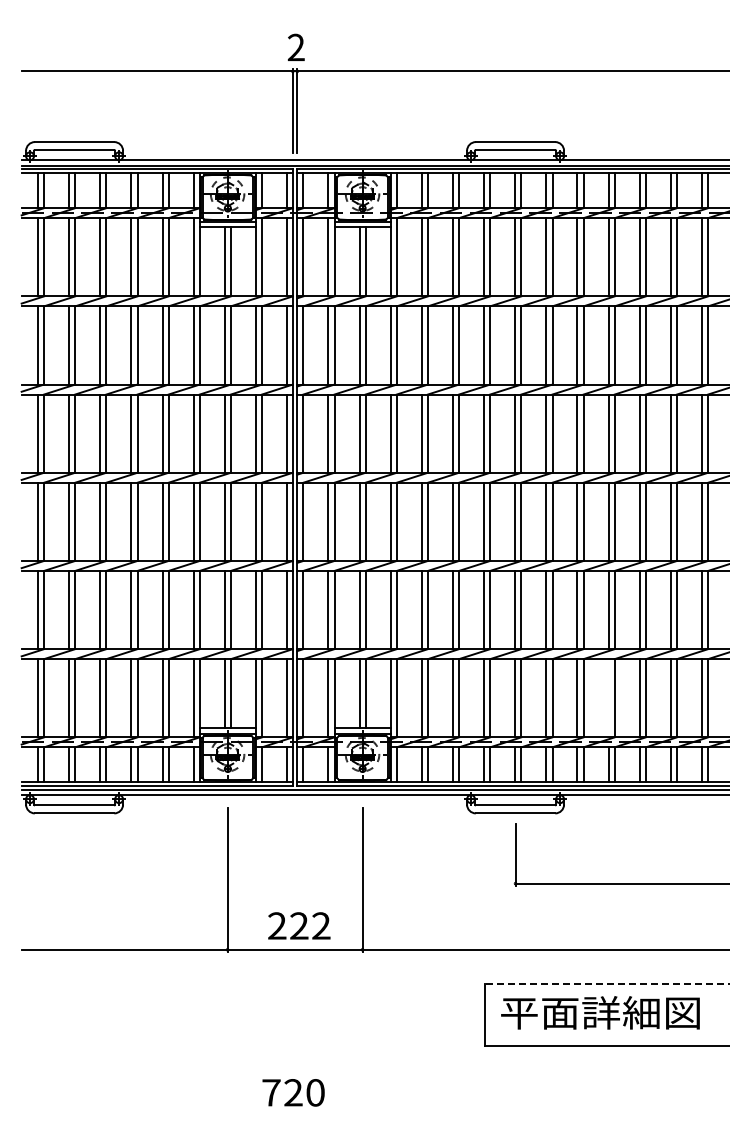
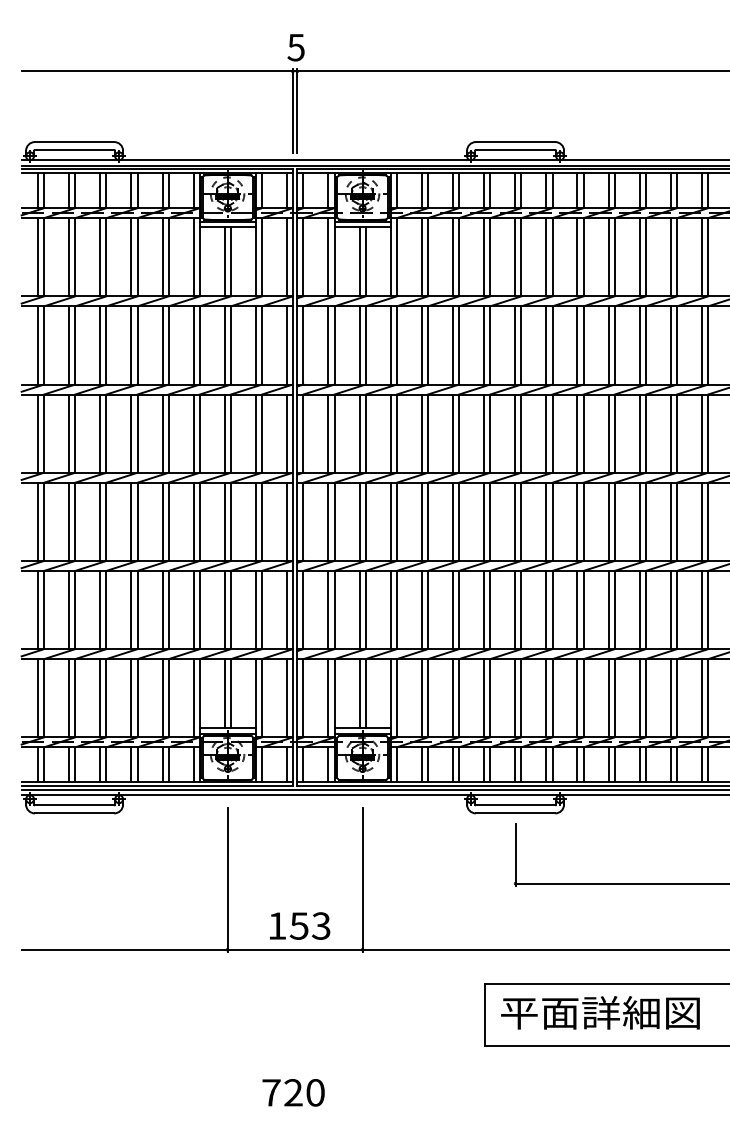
text at (295, 47): 2 -> 5
line at (608, 698): none -> present
text at (299, 925): 222 -> 153
line at (606, 983): dashed -> solid
